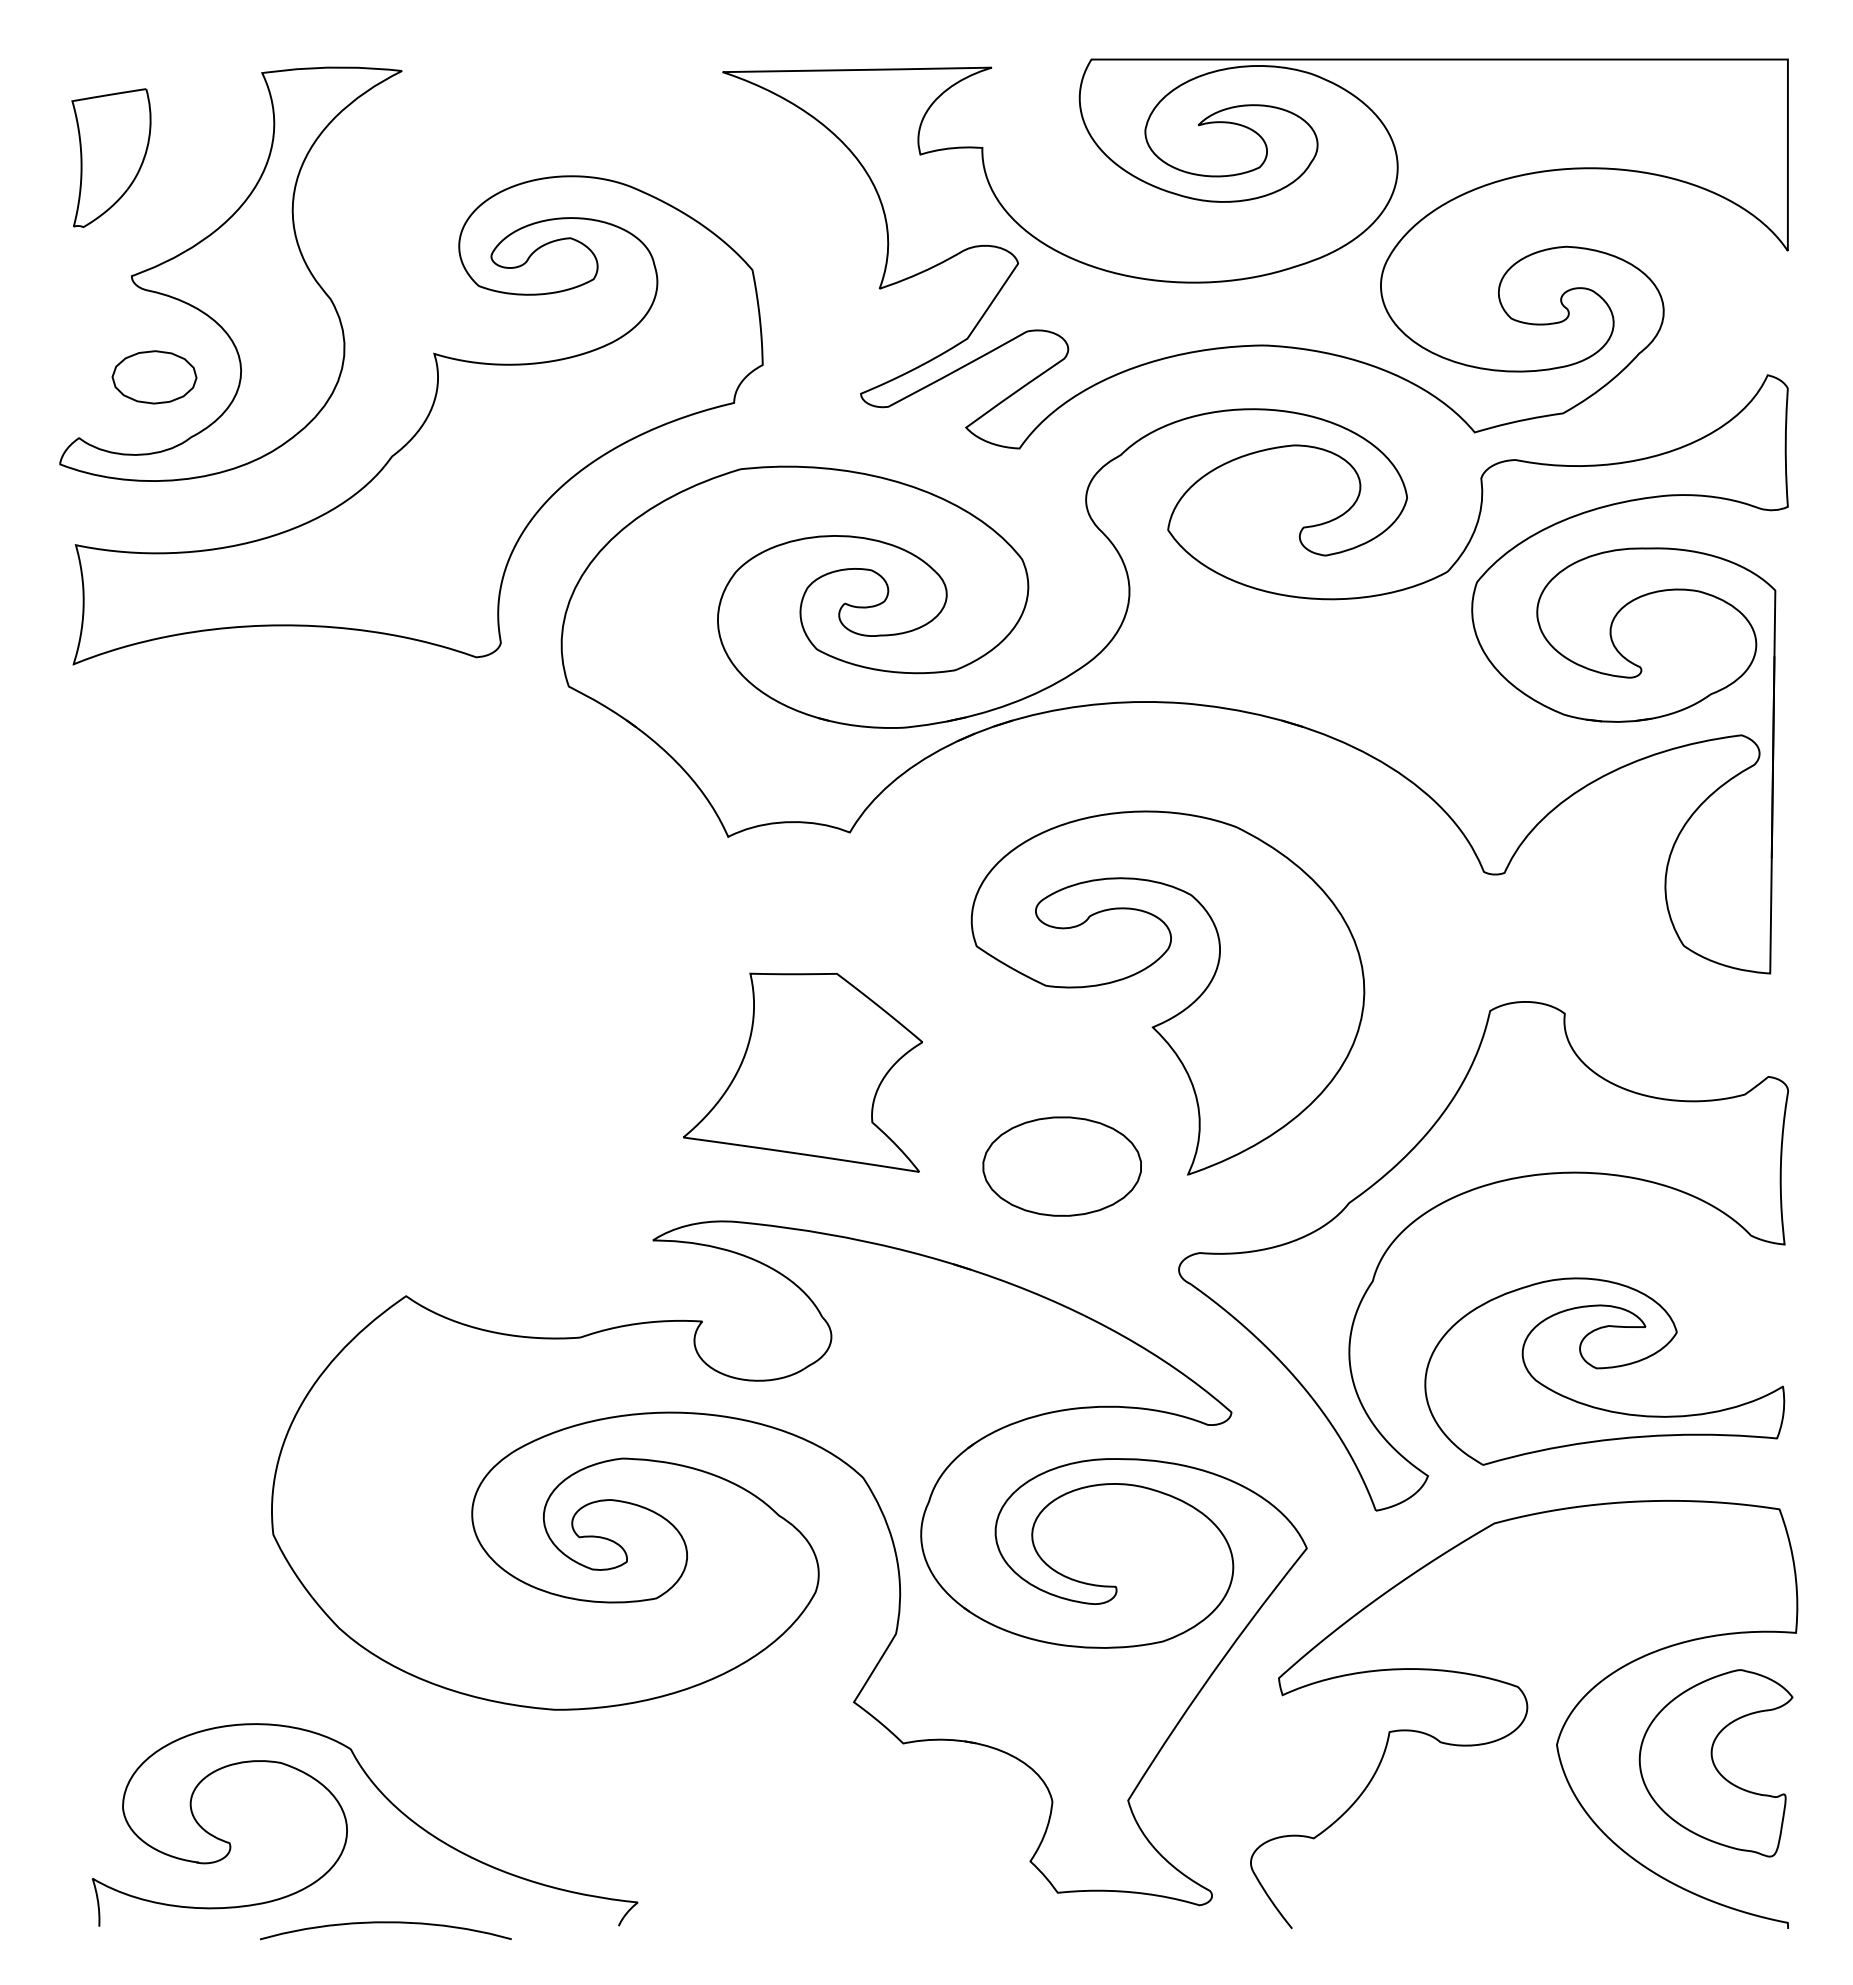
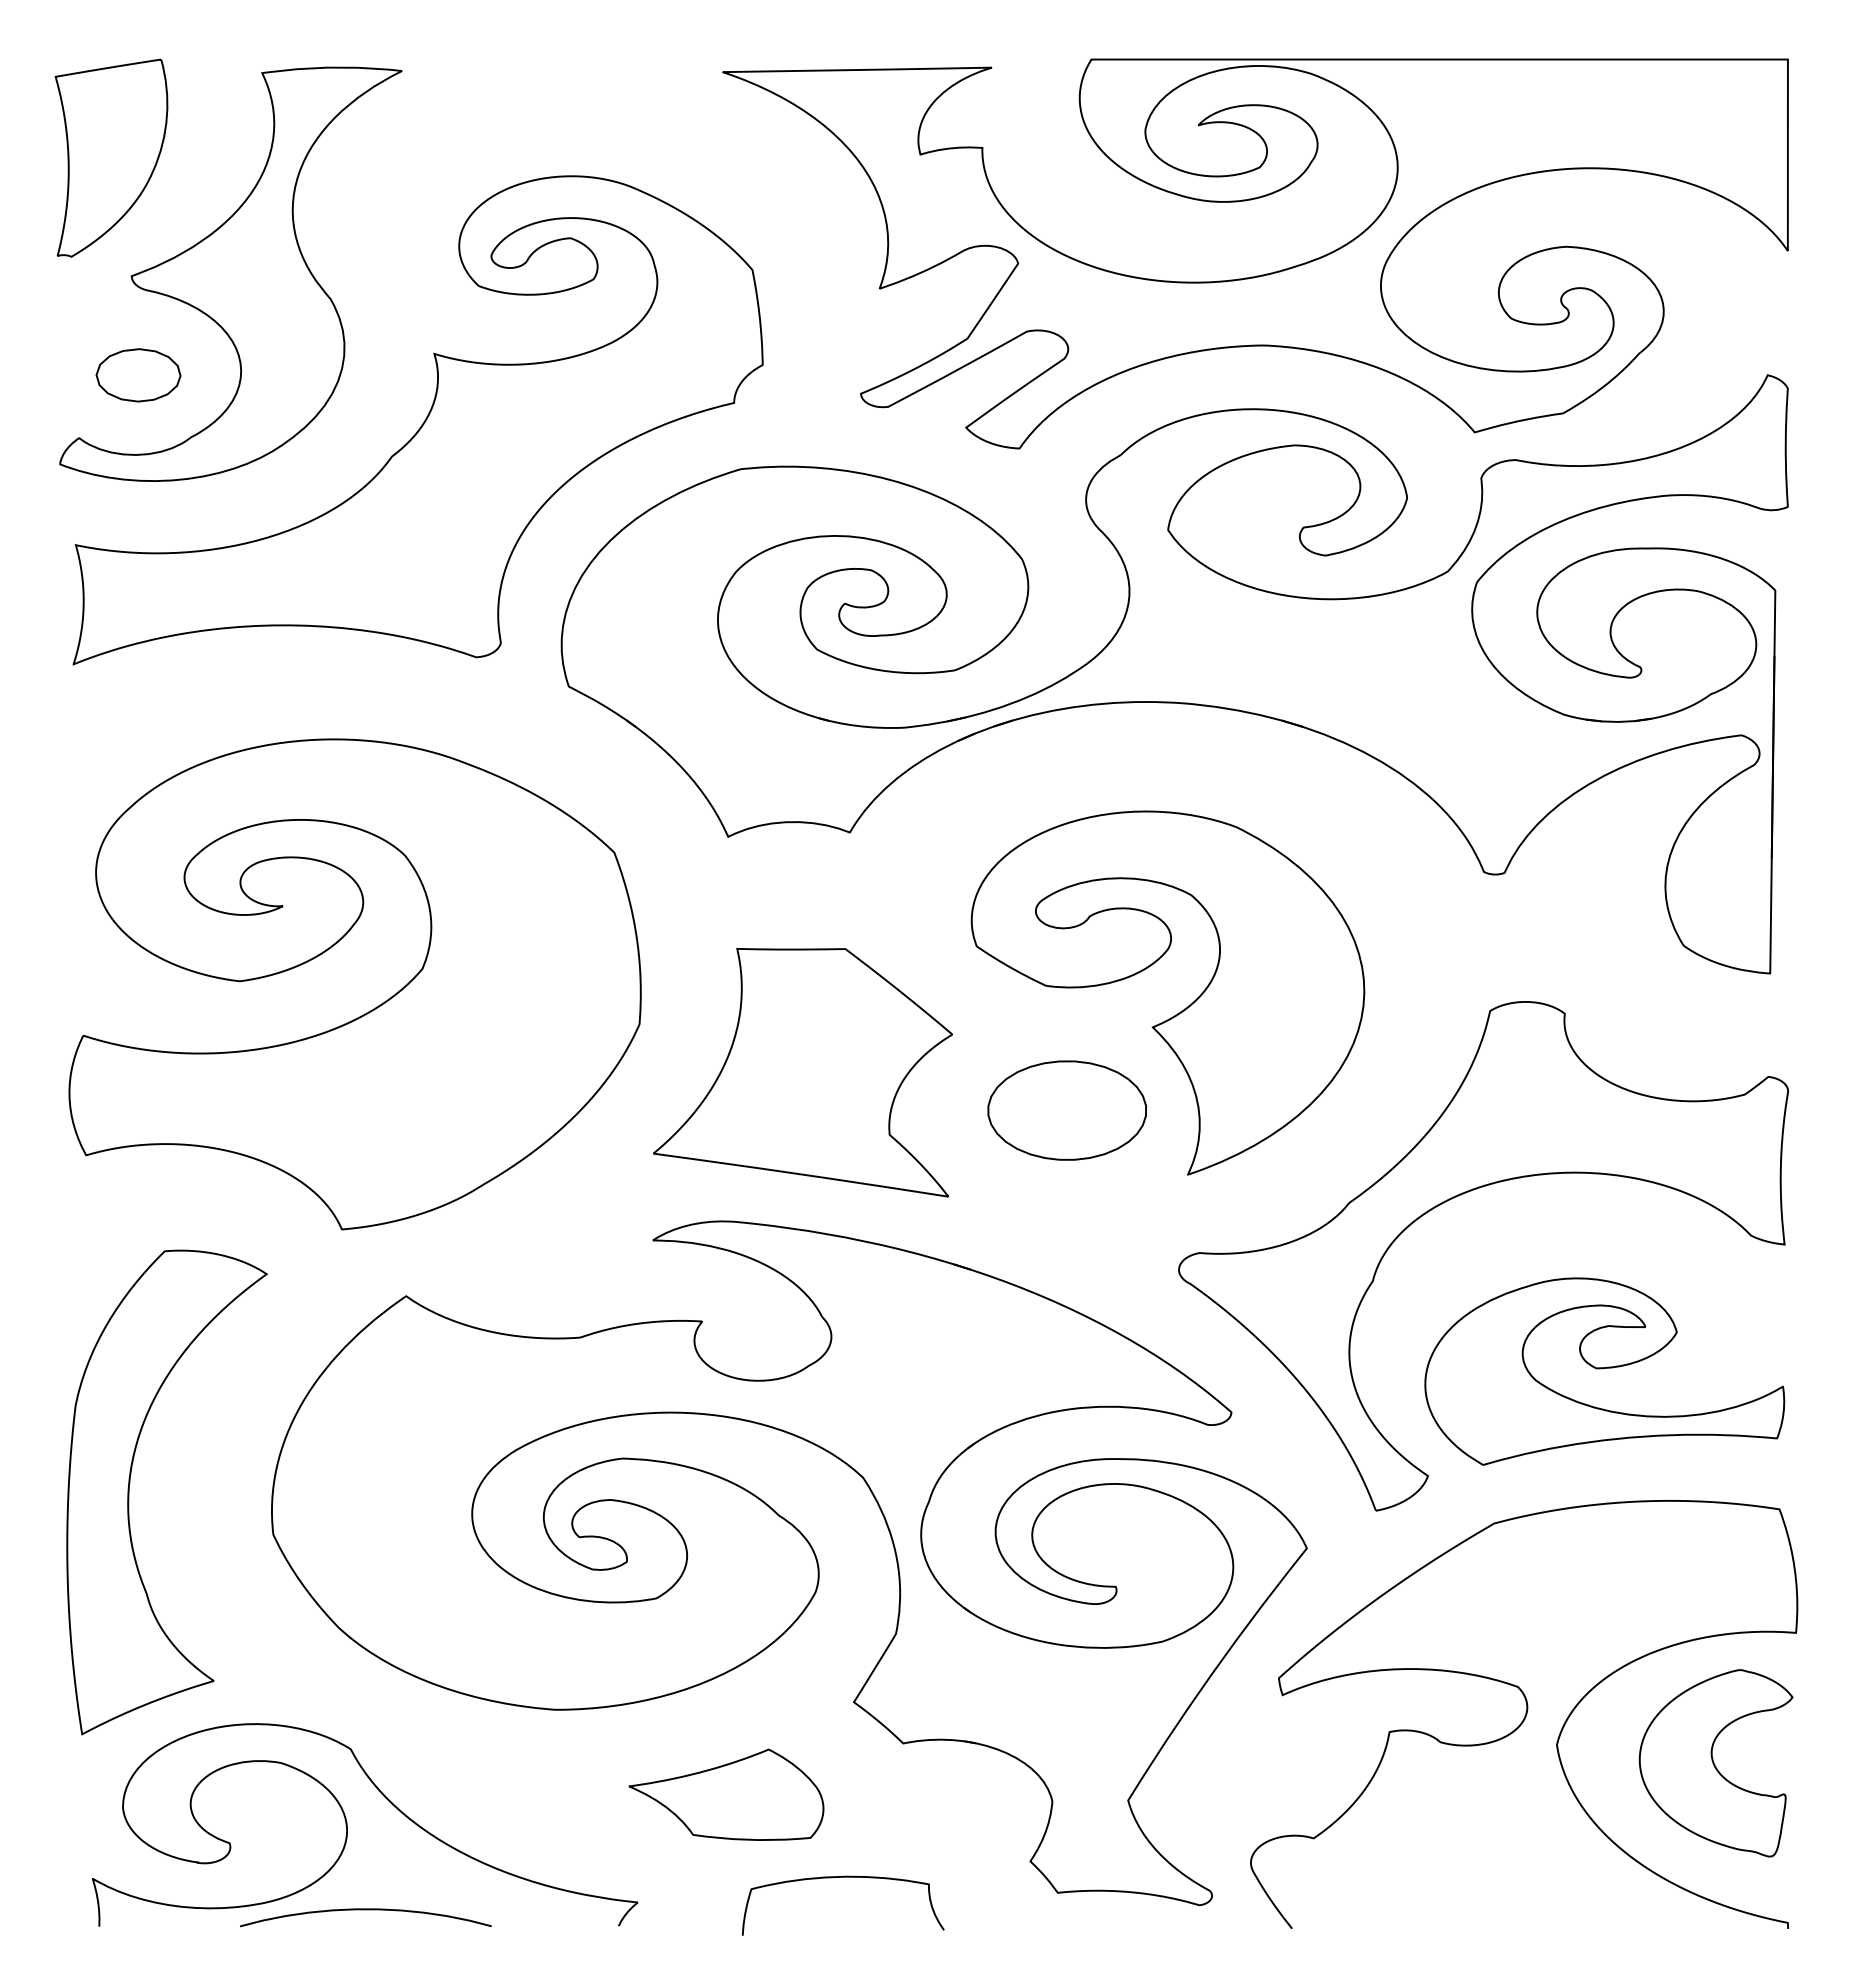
part at (111, 158) size: 81x141 px -> 115x200 px
part at (154, 377) position: (154, 377) -> (138, 375)
part at (371, 1009): none -> present
part at (802, 1072) size: 240x201 px -> 300x250 px
part at (1061, 1166) position: (1061, 1166) -> (1066, 1110)
part at (129, 1492): none -> present
part at (726, 1794): none -> present
curve at (842, 1877): none -> present
curve at (385, 1923) position: (385, 1923) -> (365, 1910)
